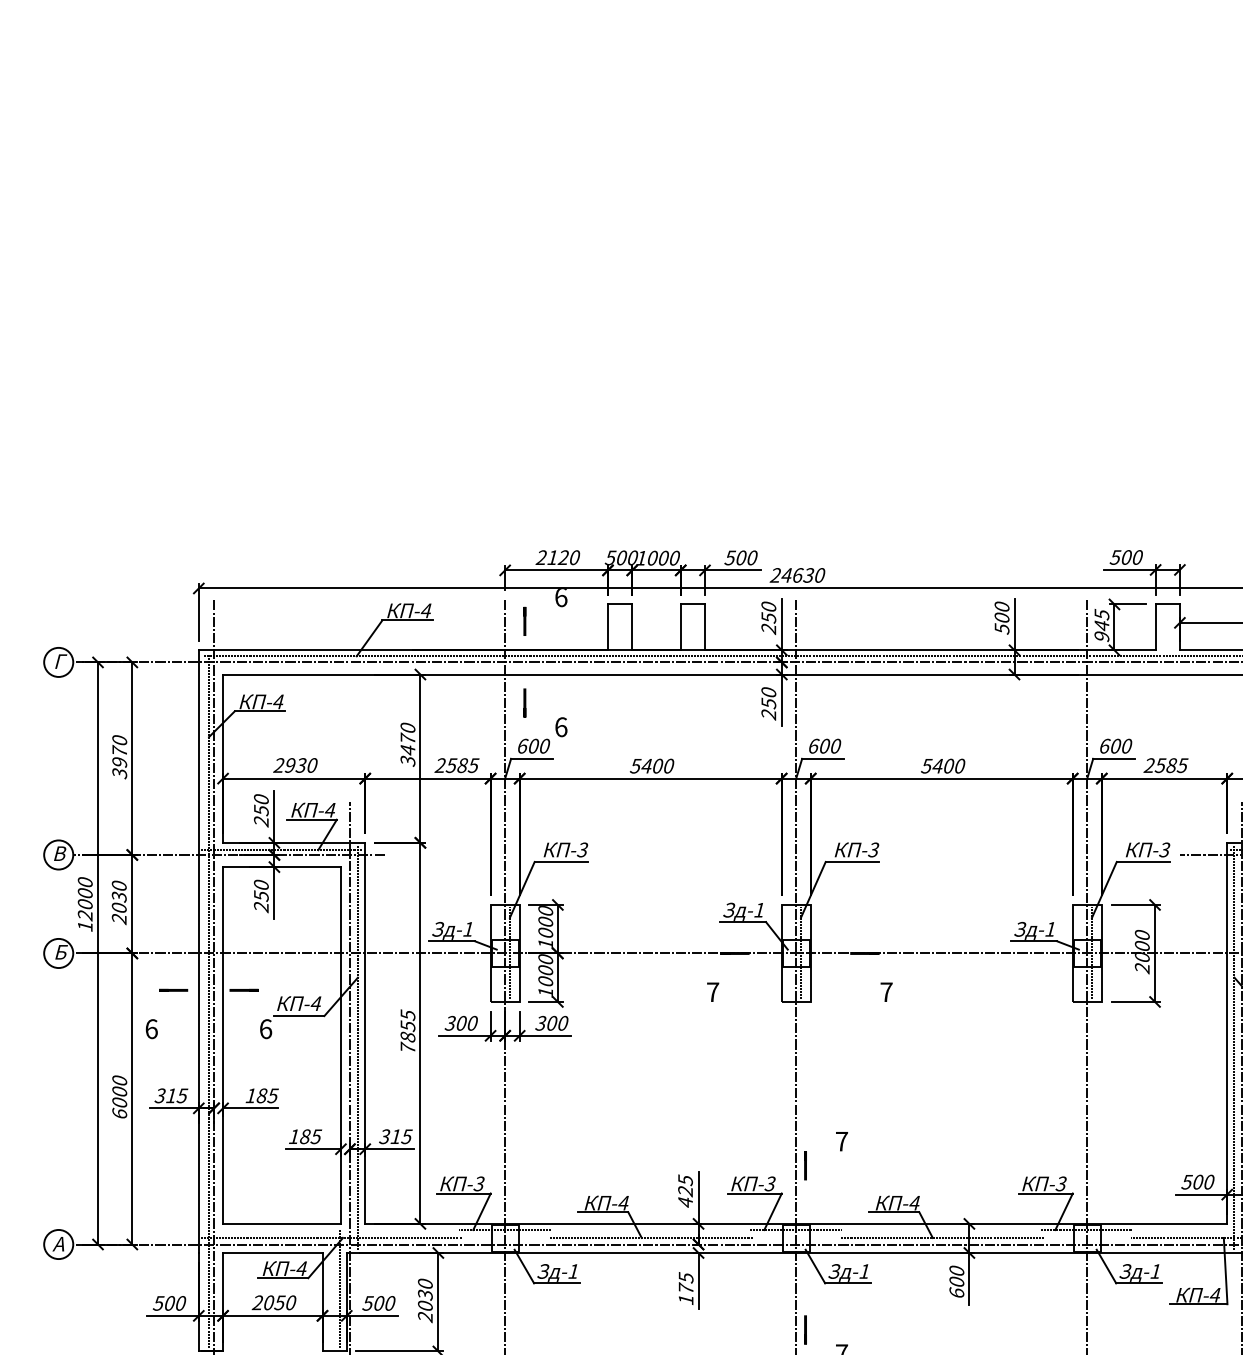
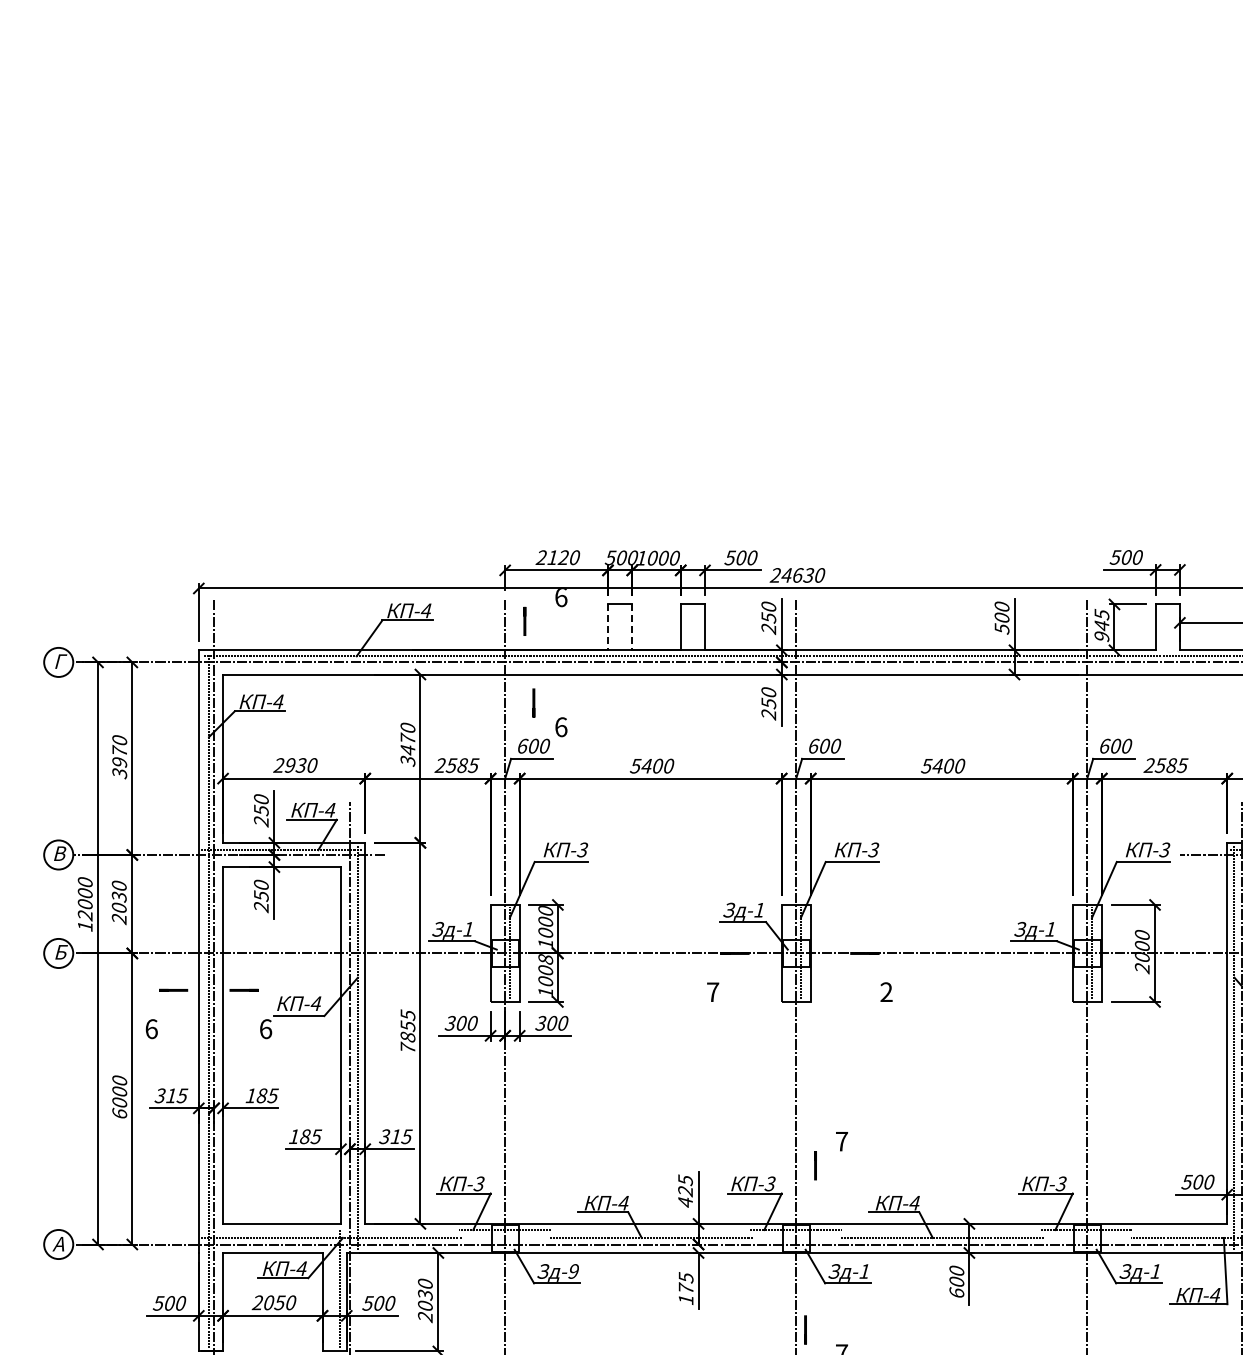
line at (607, 627): solid -> dashed
line at (632, 627): solid -> dashed
line at (524, 702) position: (524, 702) -> (533, 702)
text at (545, 959): 1000 -> 1008
text at (886, 991): 7 -> 2
line at (805, 1165) position: (805, 1165) -> (815, 1165)
text at (573, 1271): -1 -> -9
